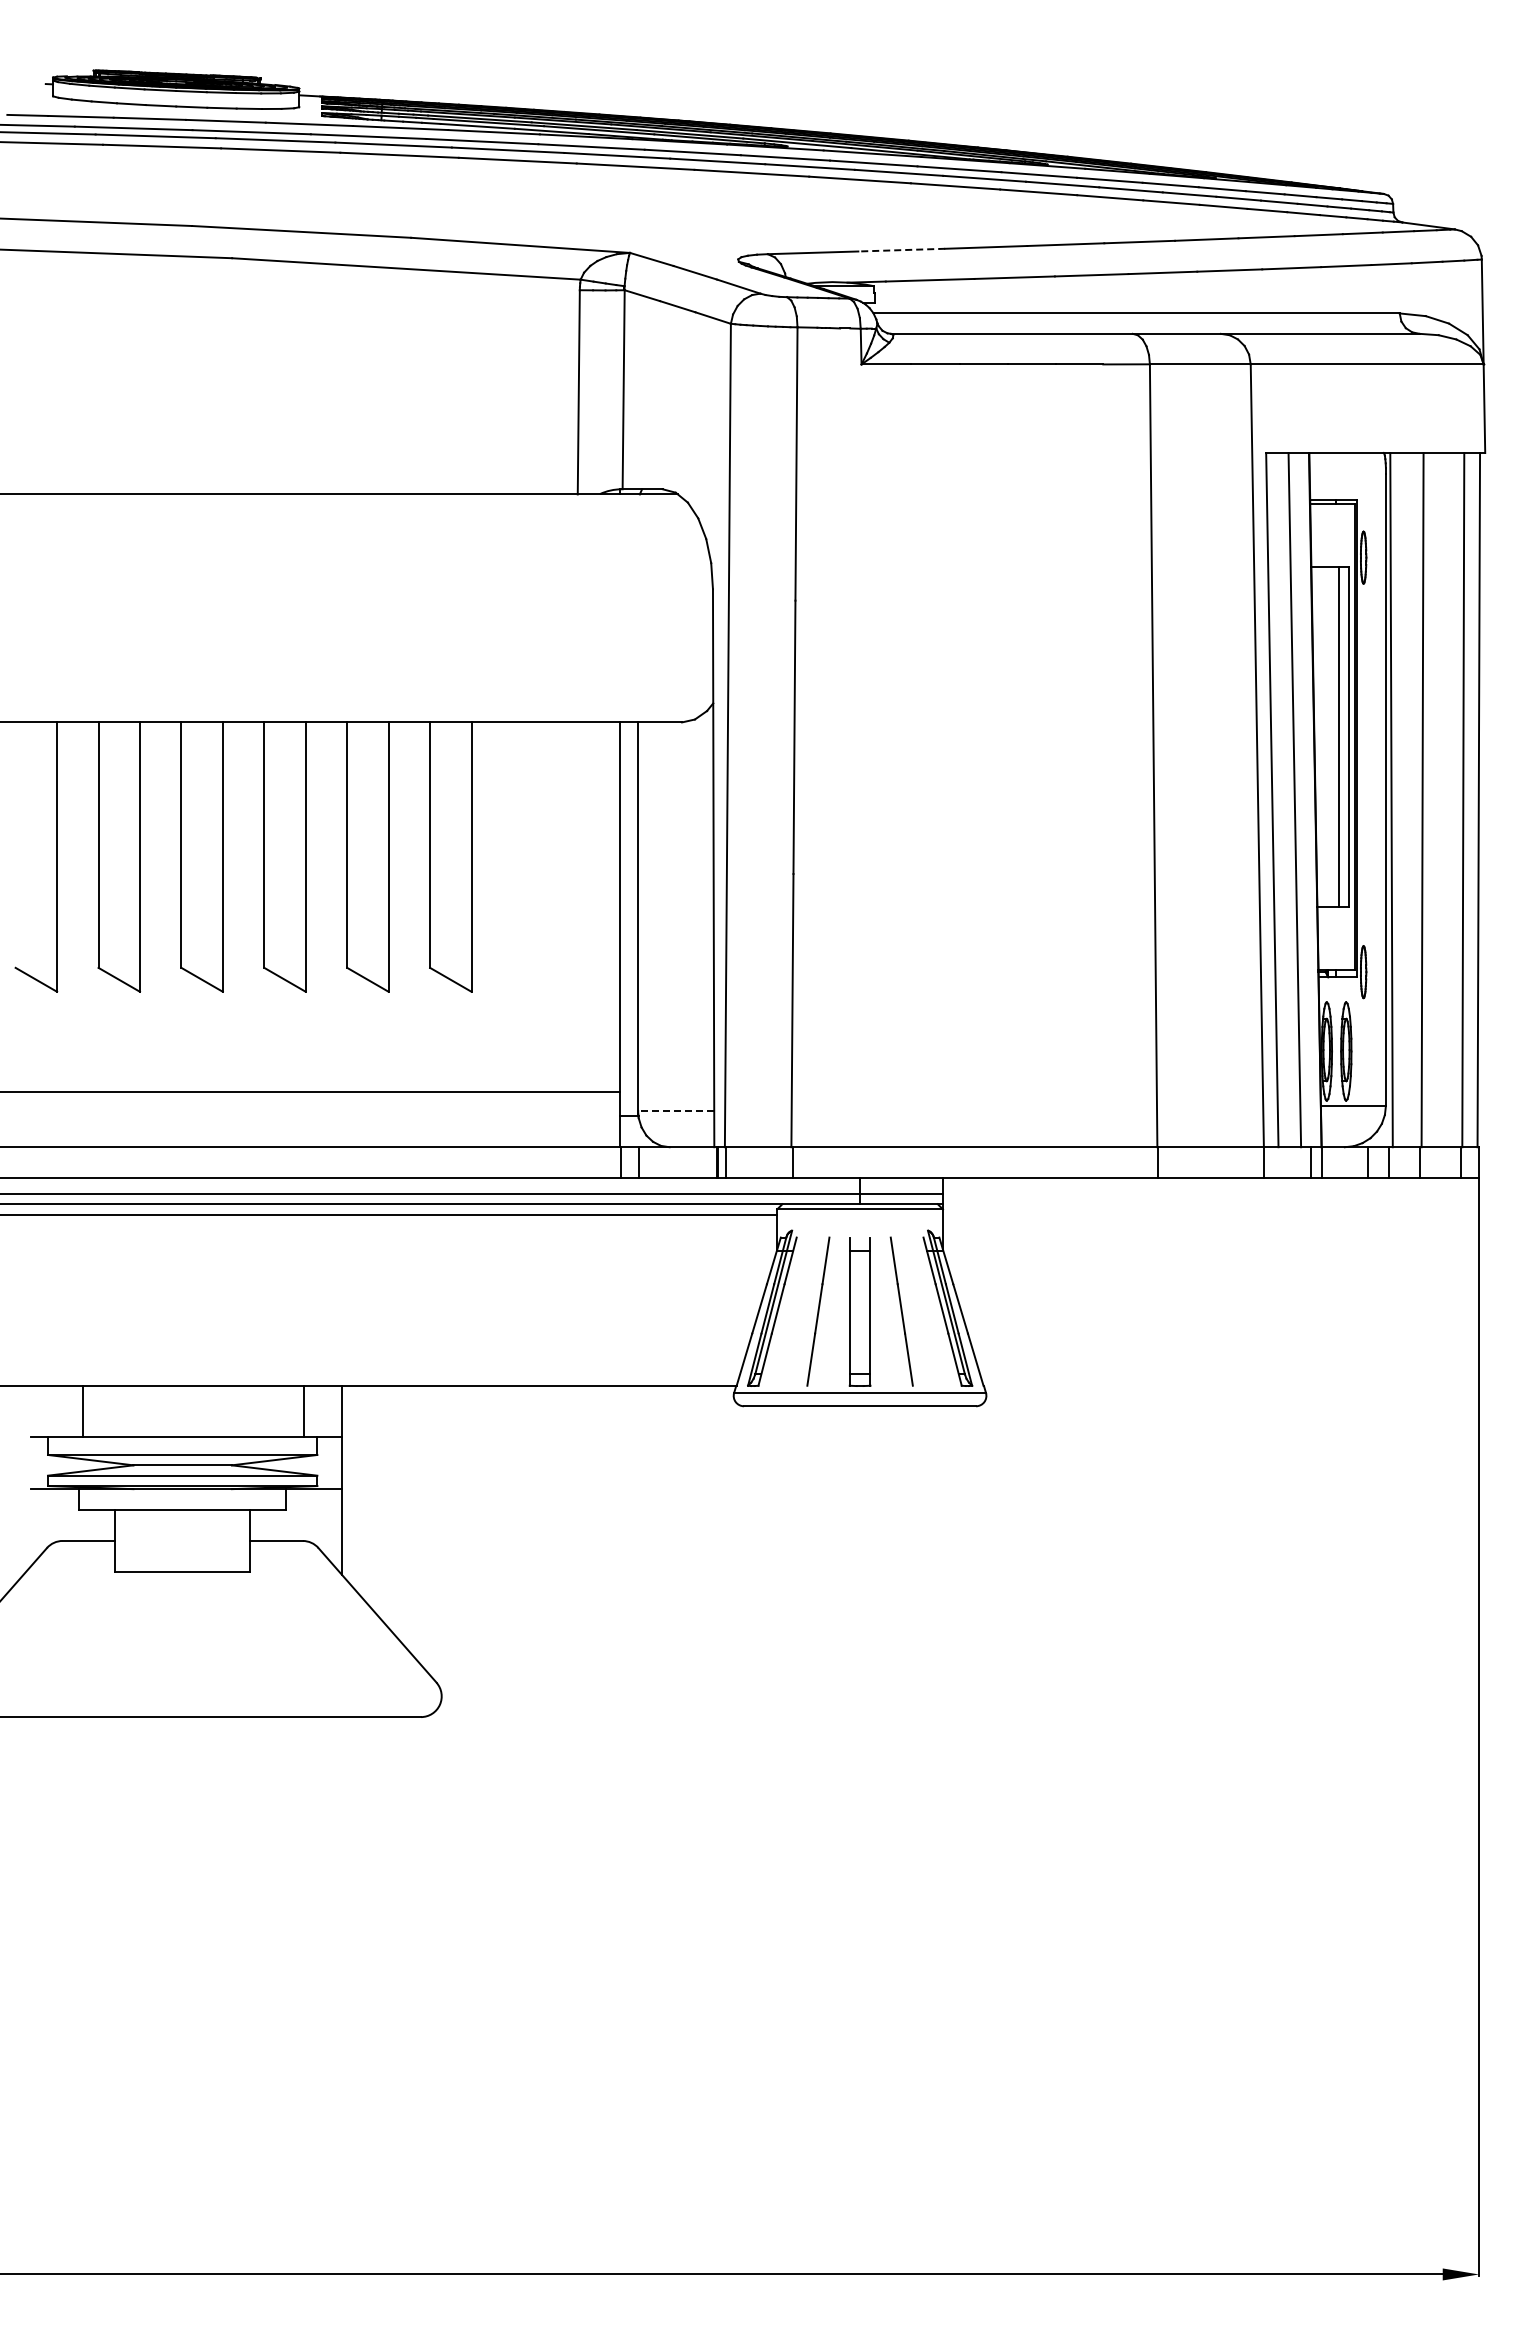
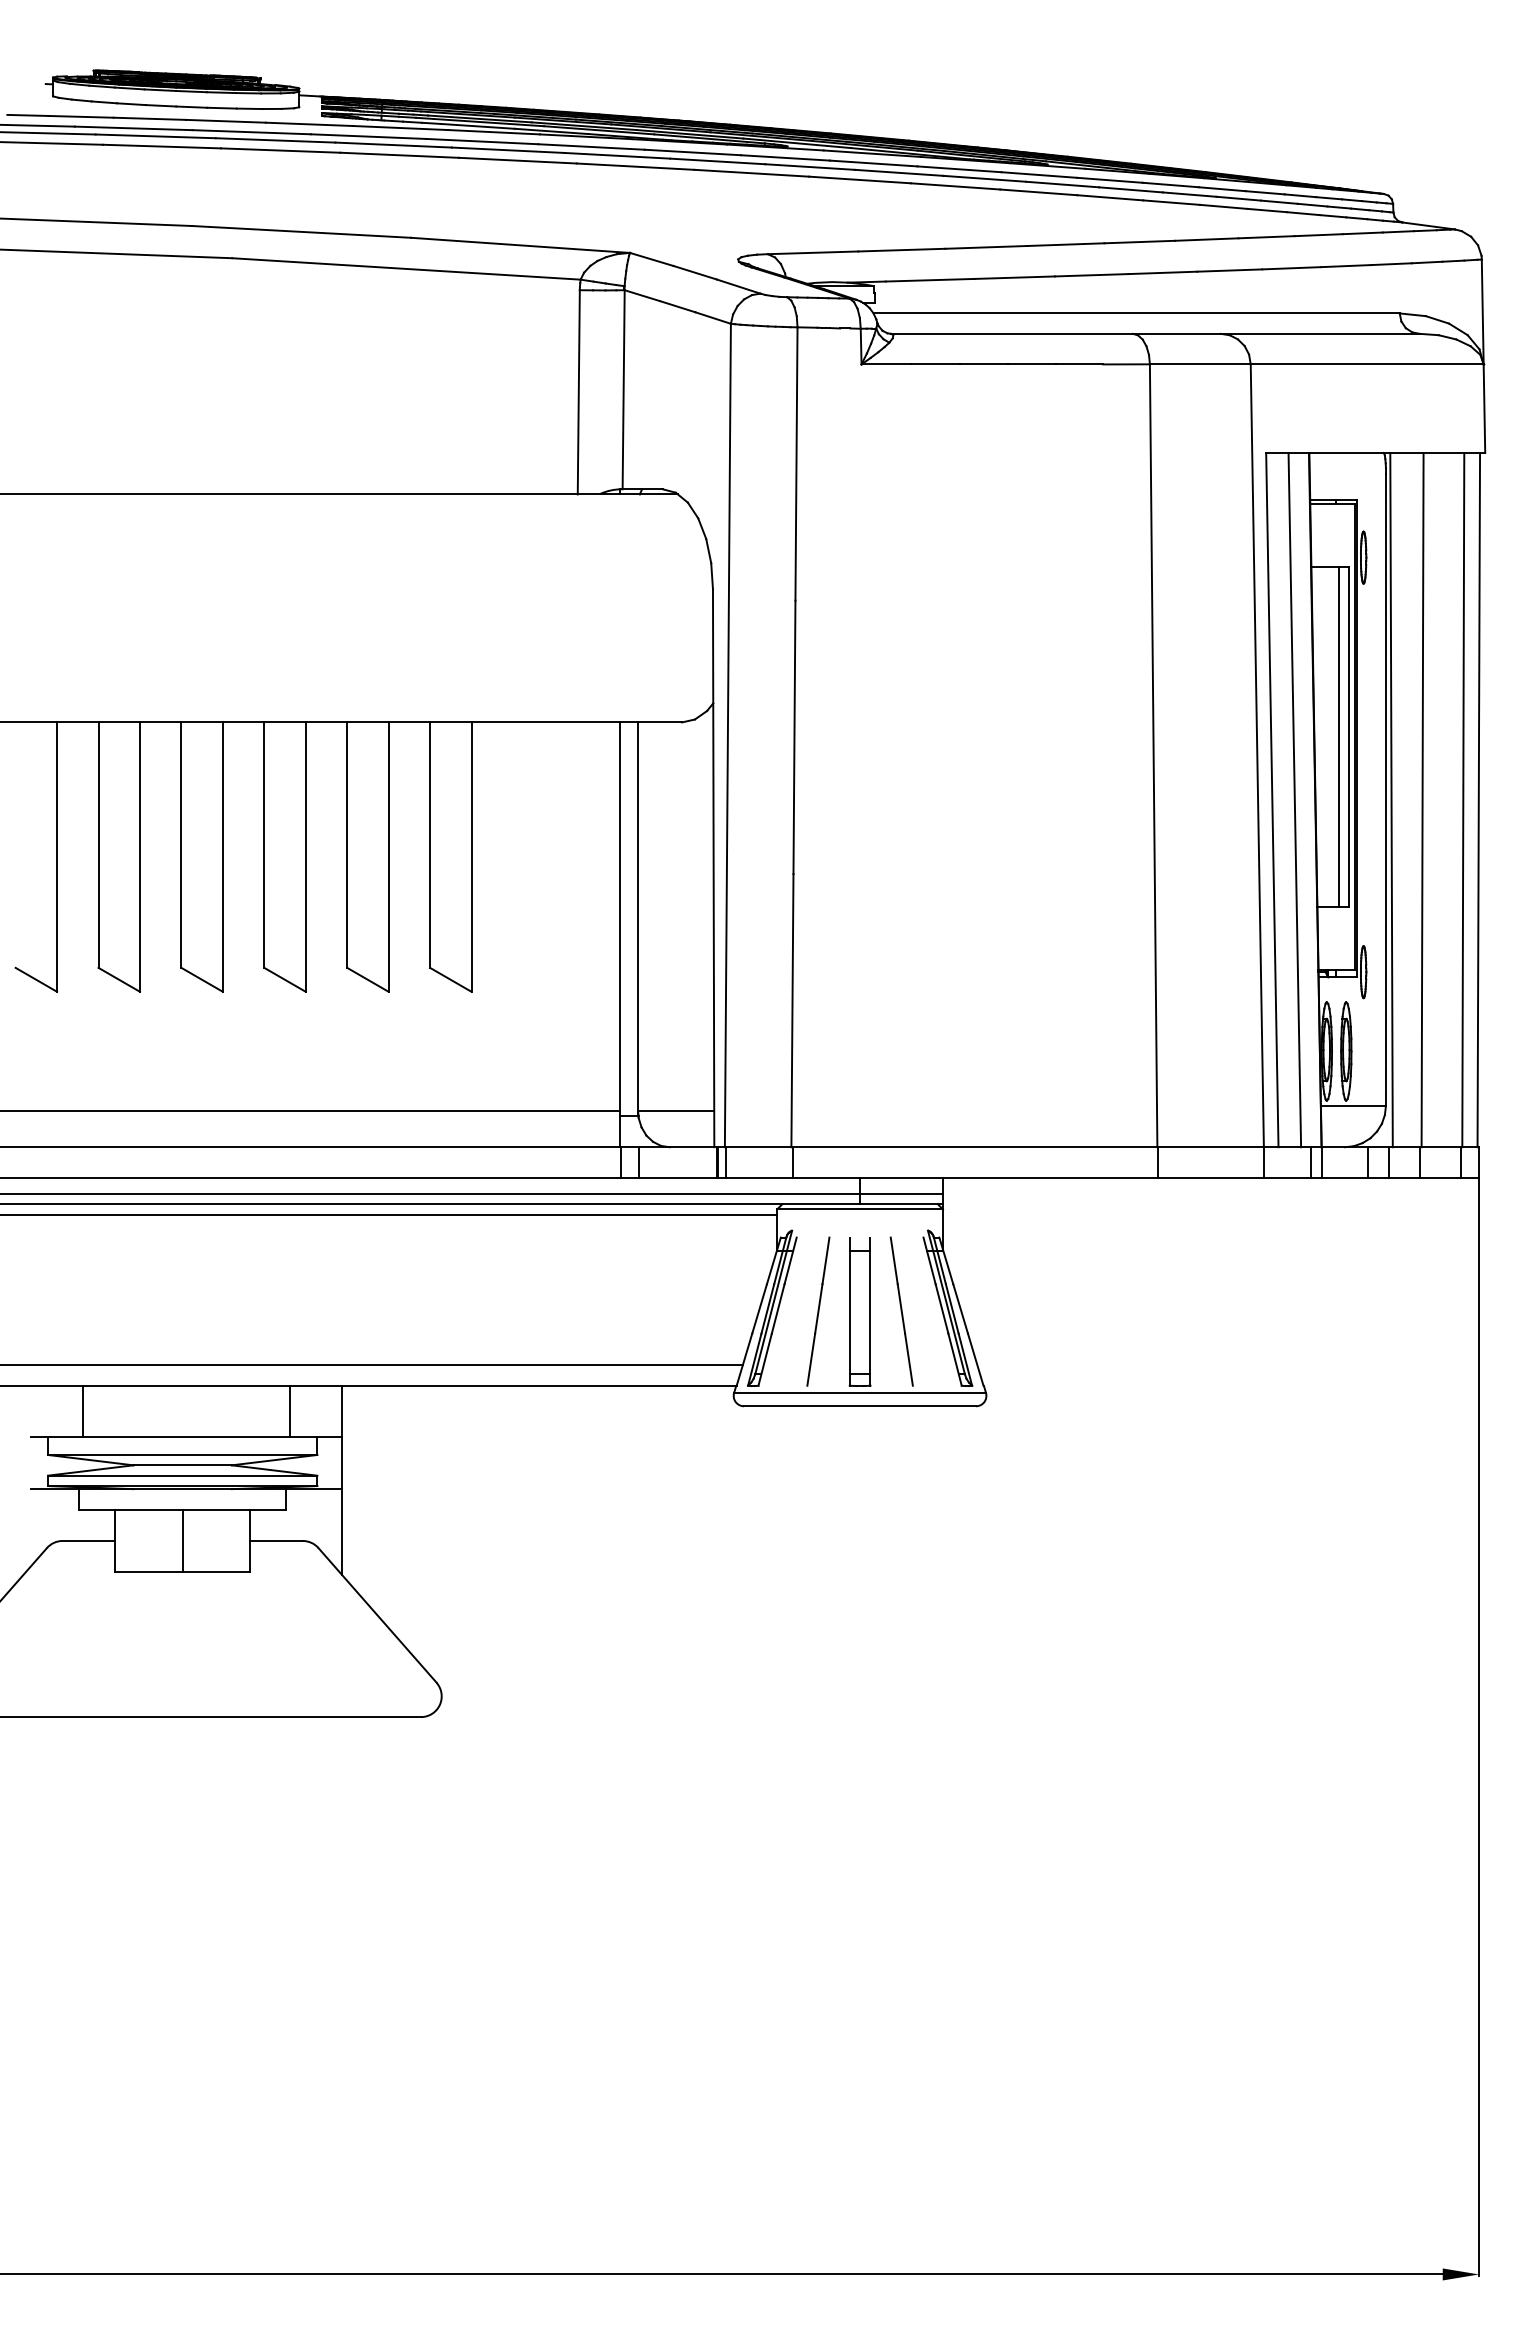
line at (901, 250): dashed -> solid
line at (311, 1091) position: (311, 1091) -> (311, 1110)
line at (675, 1110): dashed -> solid
line at (372, 1364): none -> present
line at (304, 1411) position: (304, 1411) -> (290, 1411)
line at (182, 1540): none -> present
